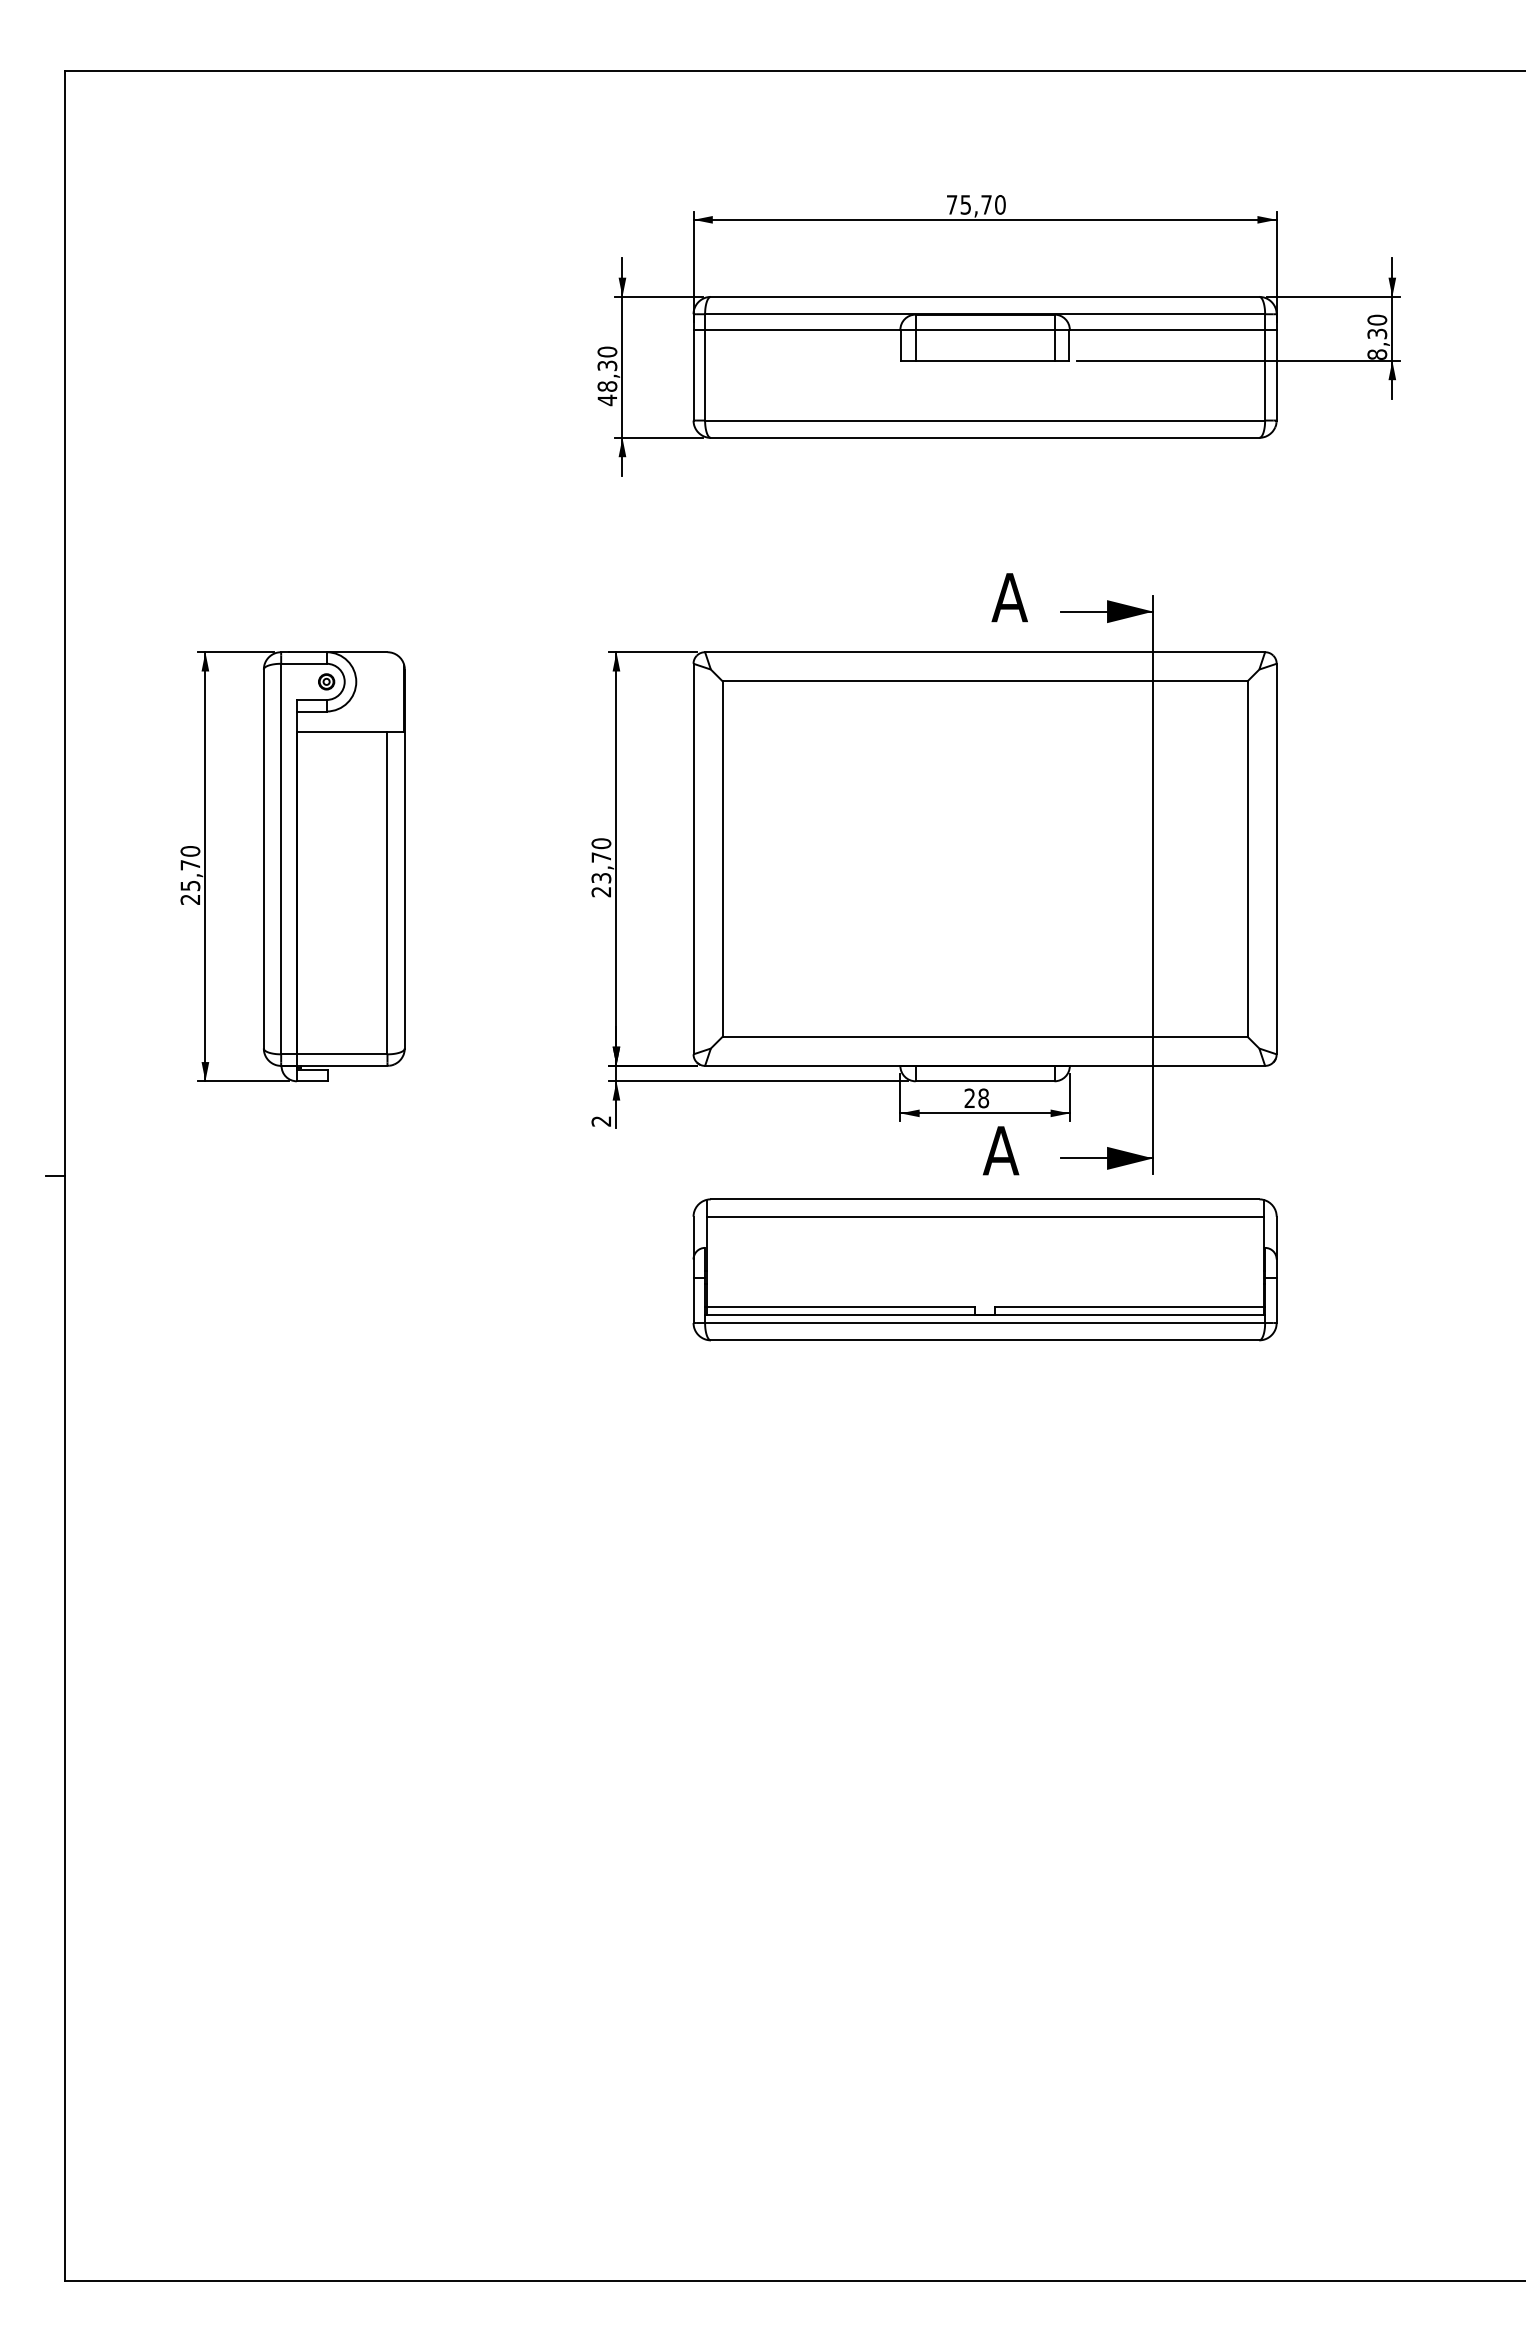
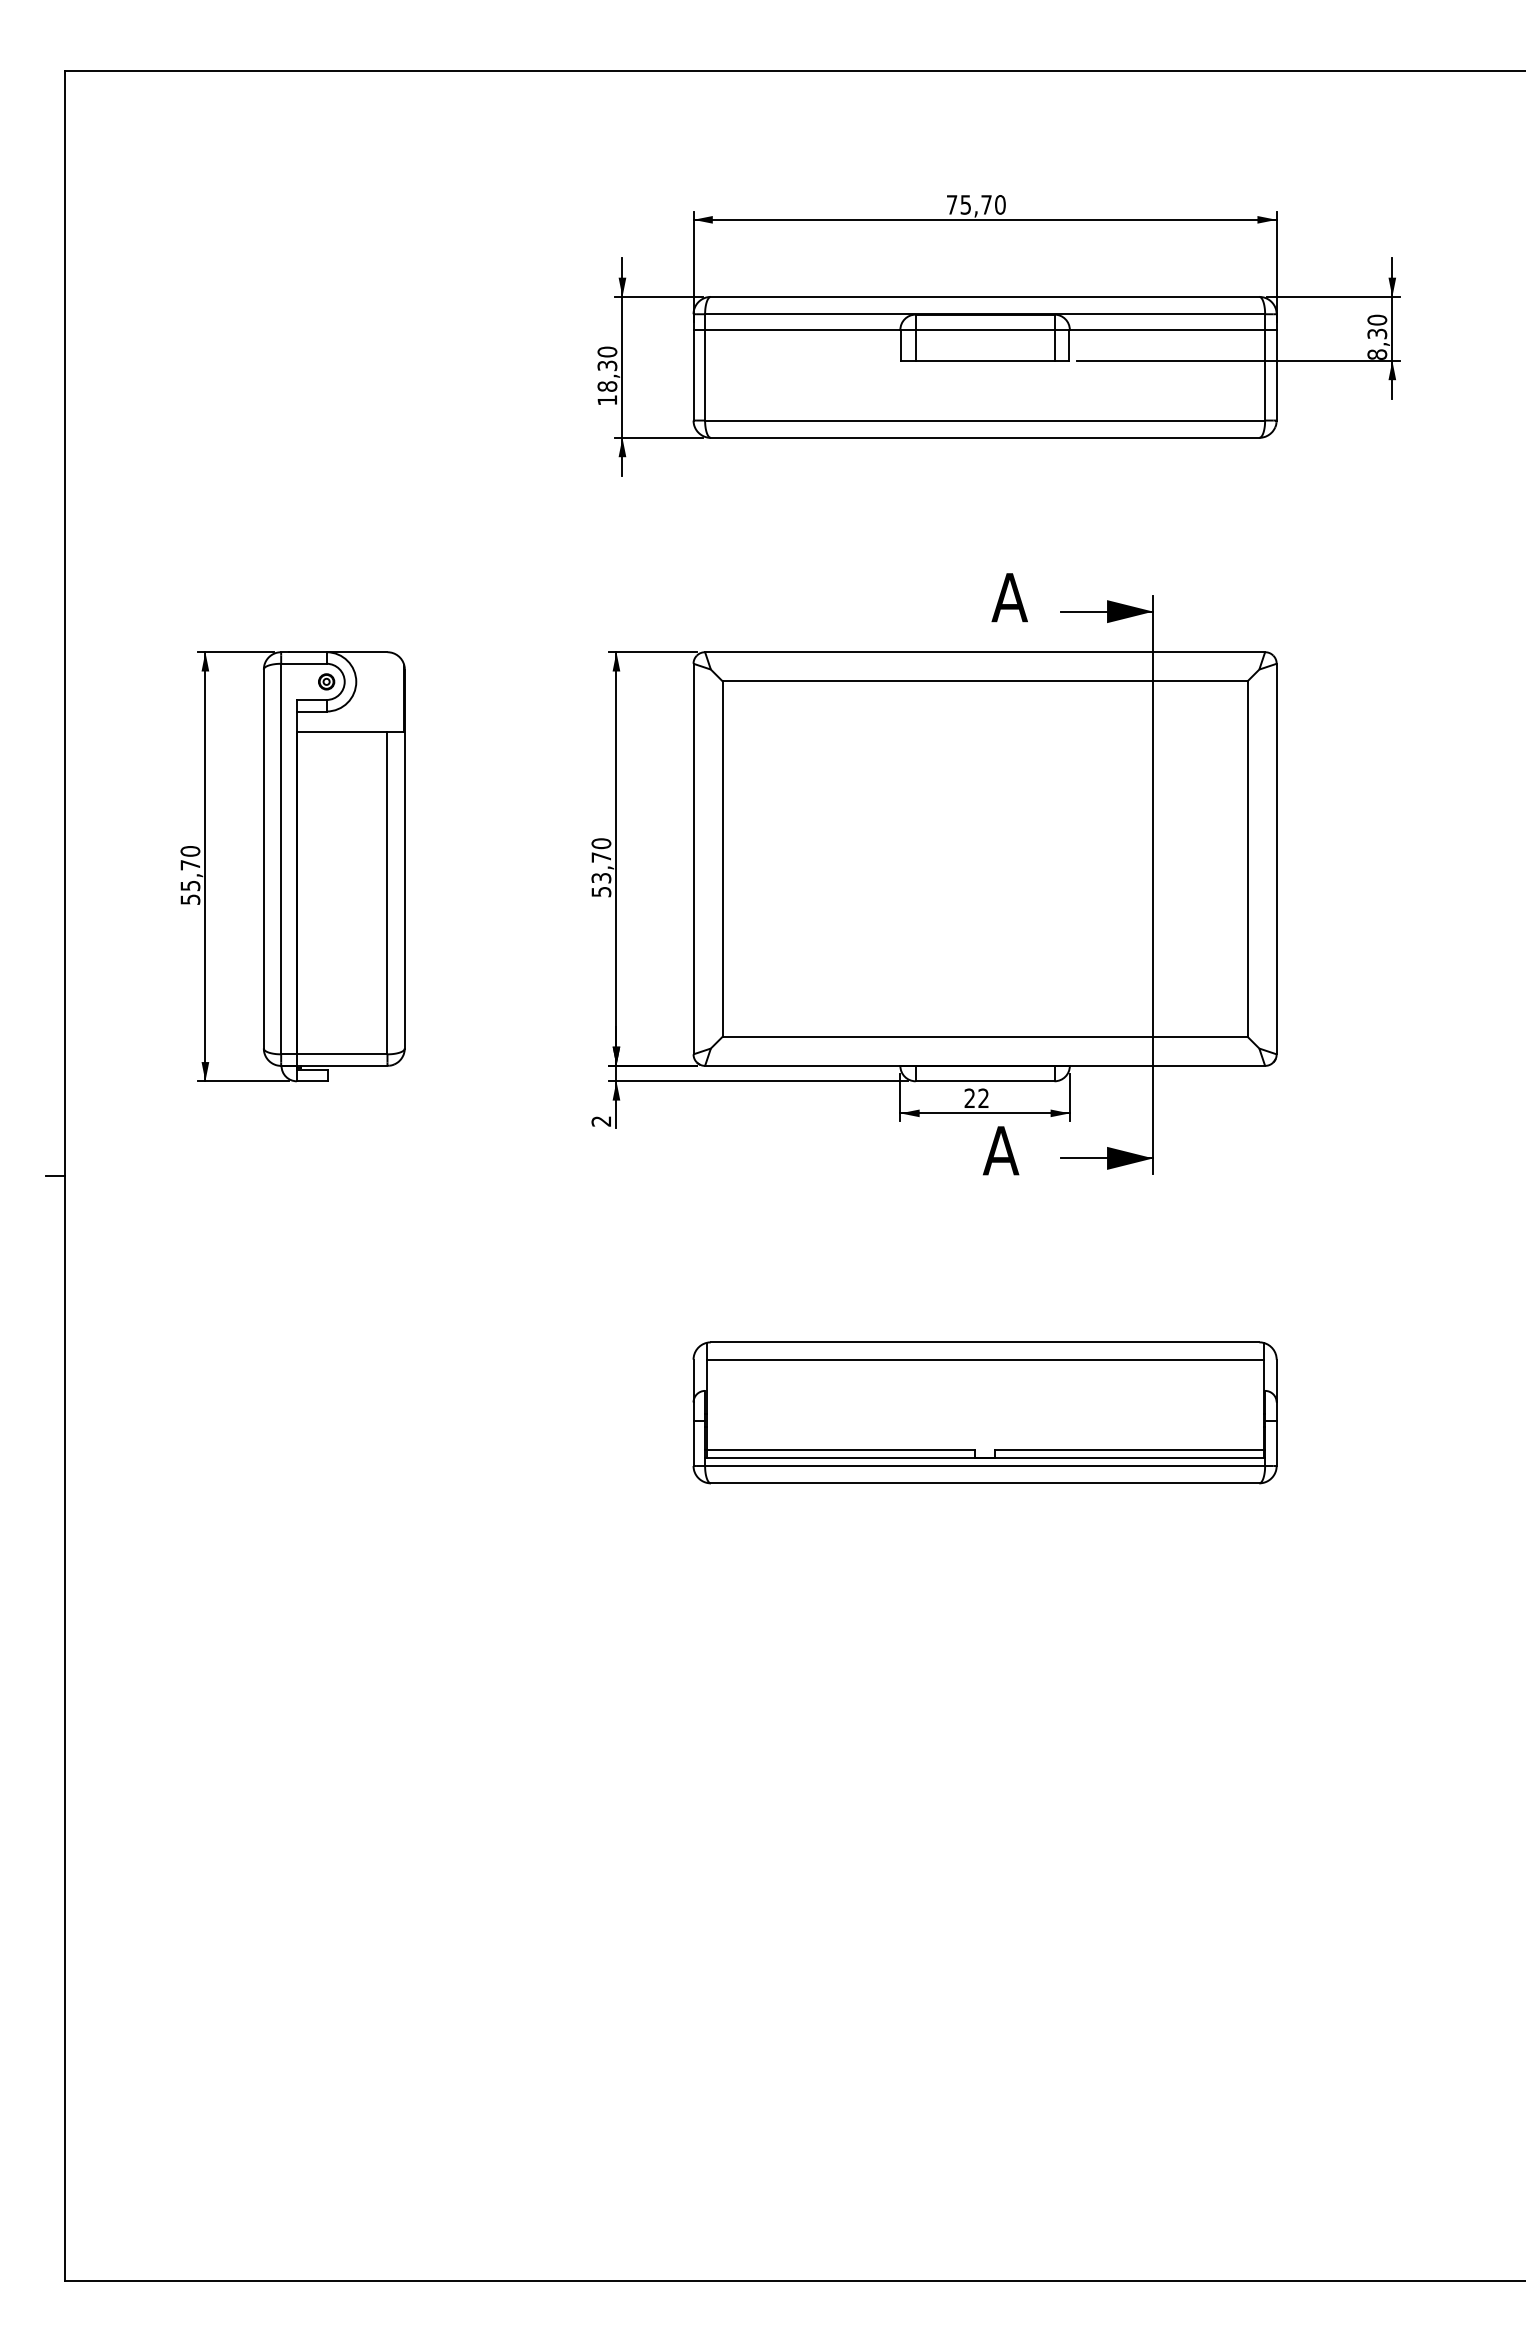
text at (606, 400): 48,30 -> 18,30
text at (601, 892): 23,70 -> 53,70
text at (190, 899): 25,70 -> 55,70
text at (983, 1098): 28 -> 22
part at (984, 1269) position: (984, 1269) -> (984, 1412)
